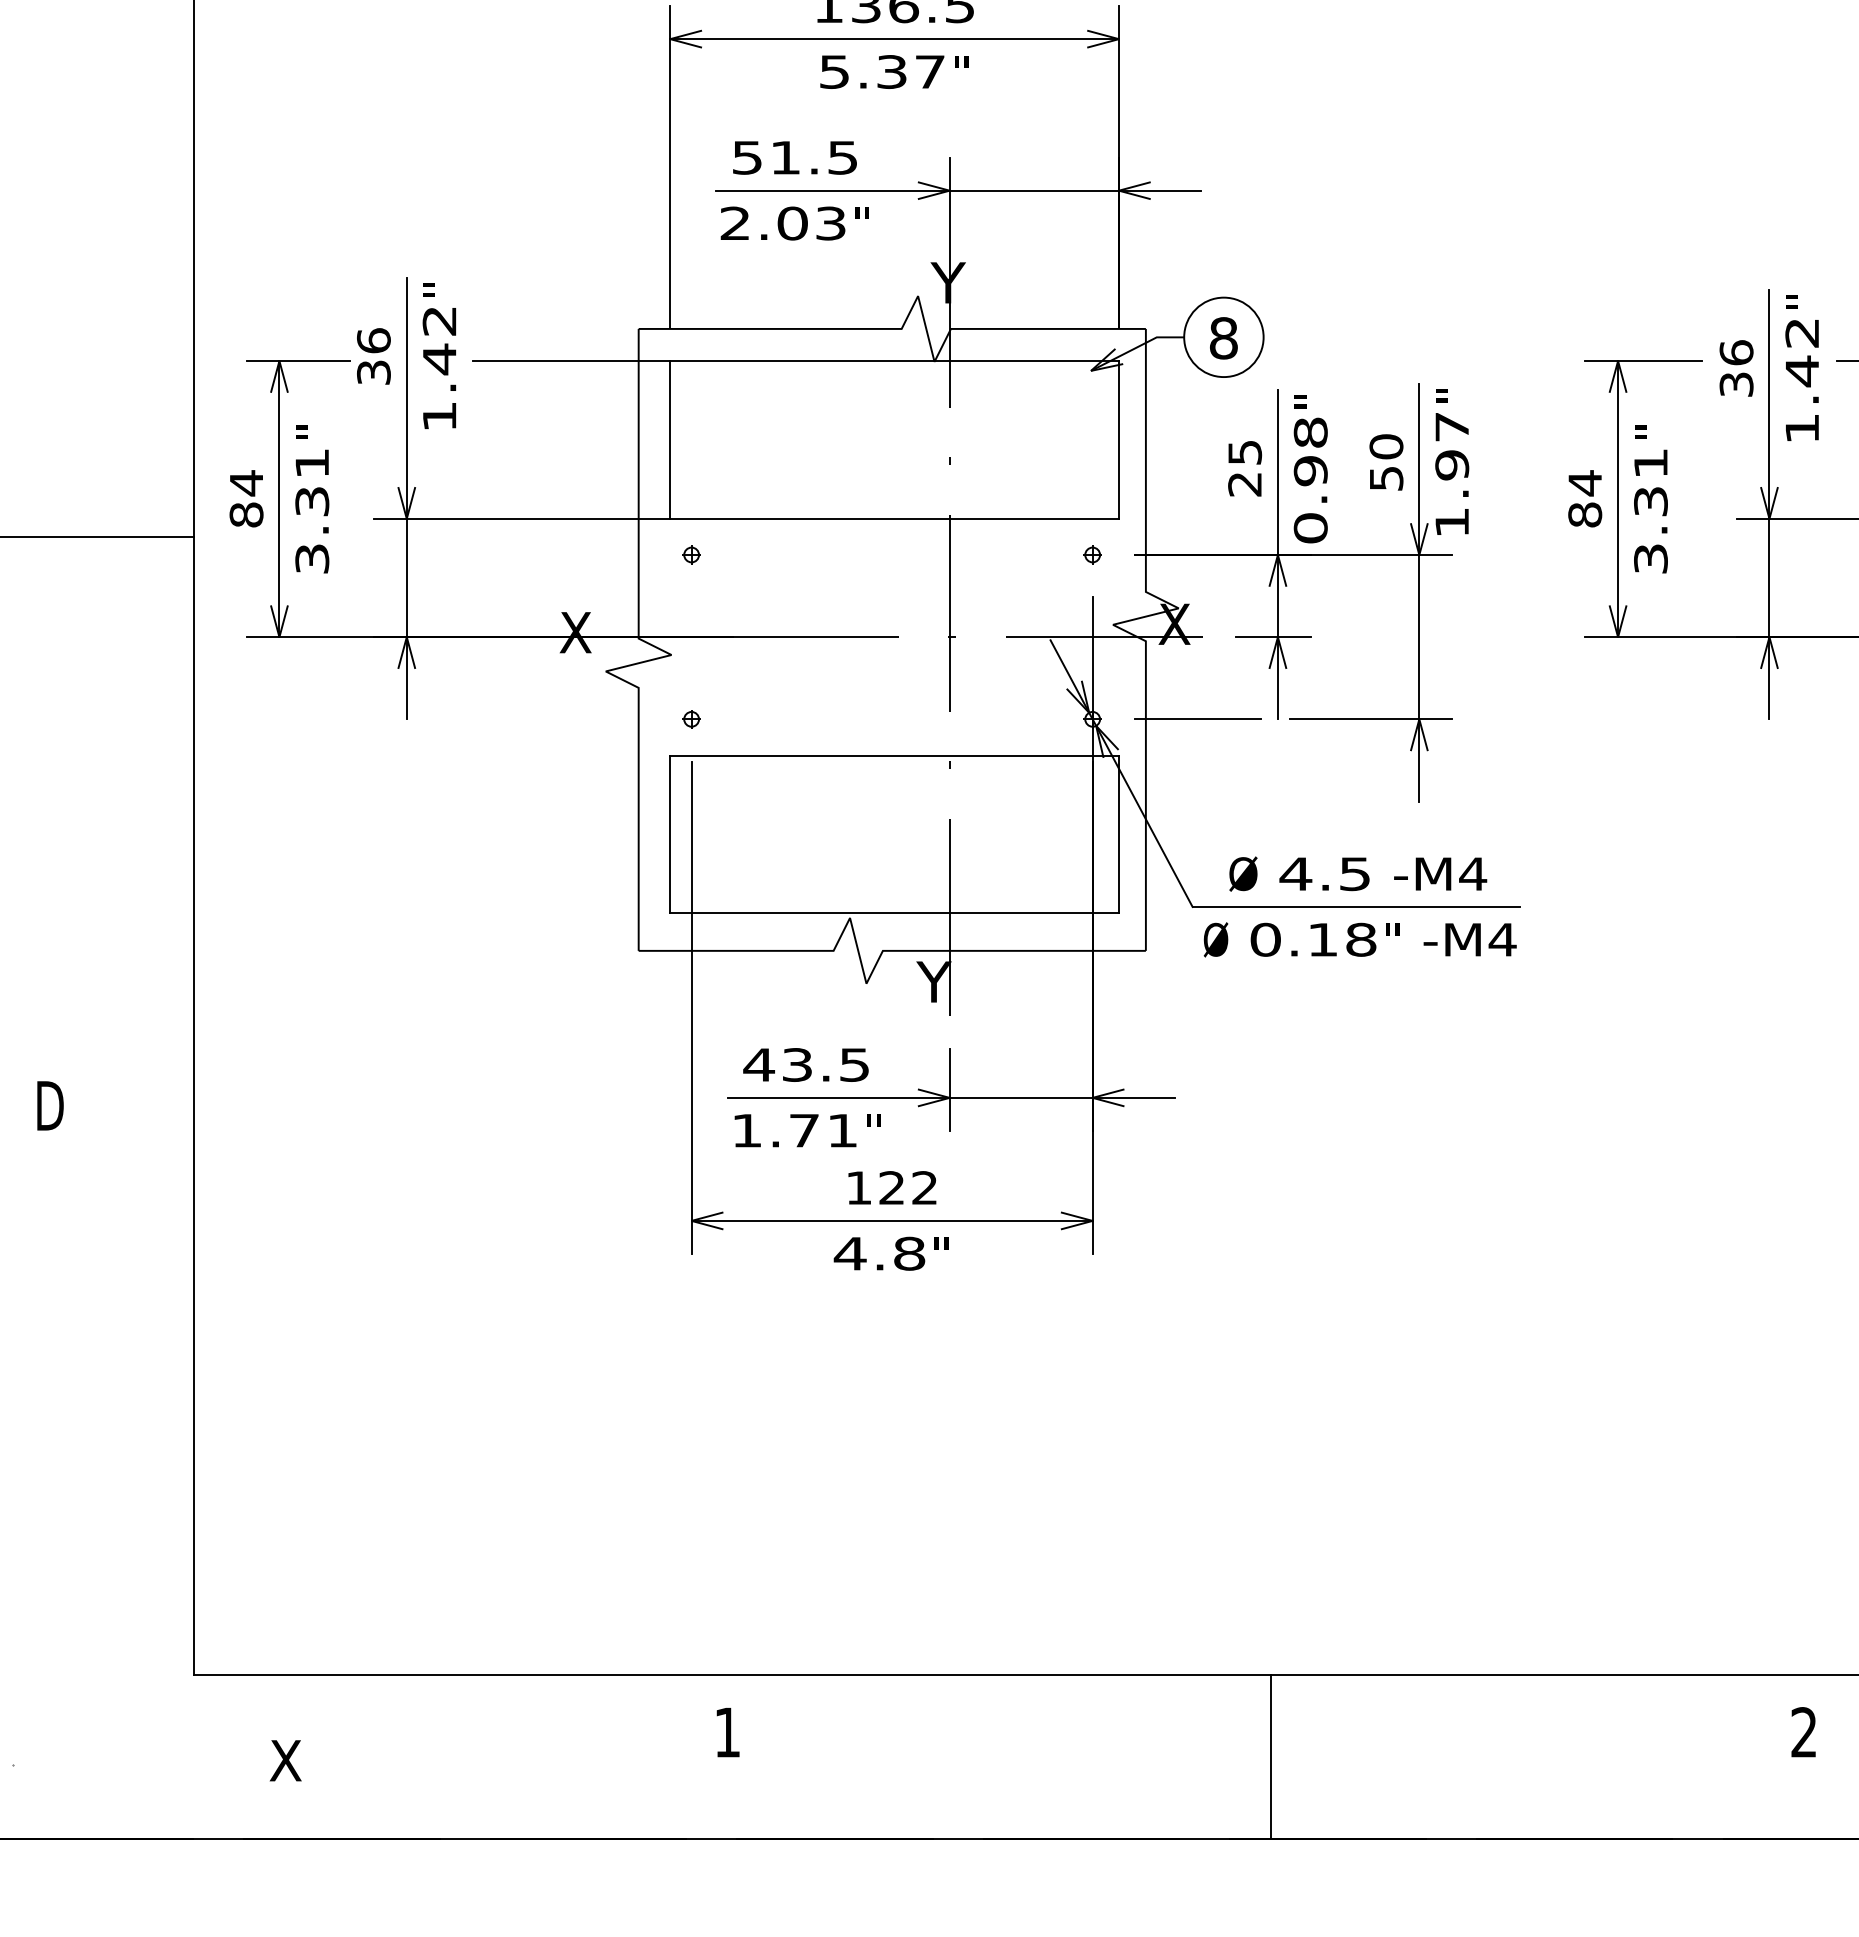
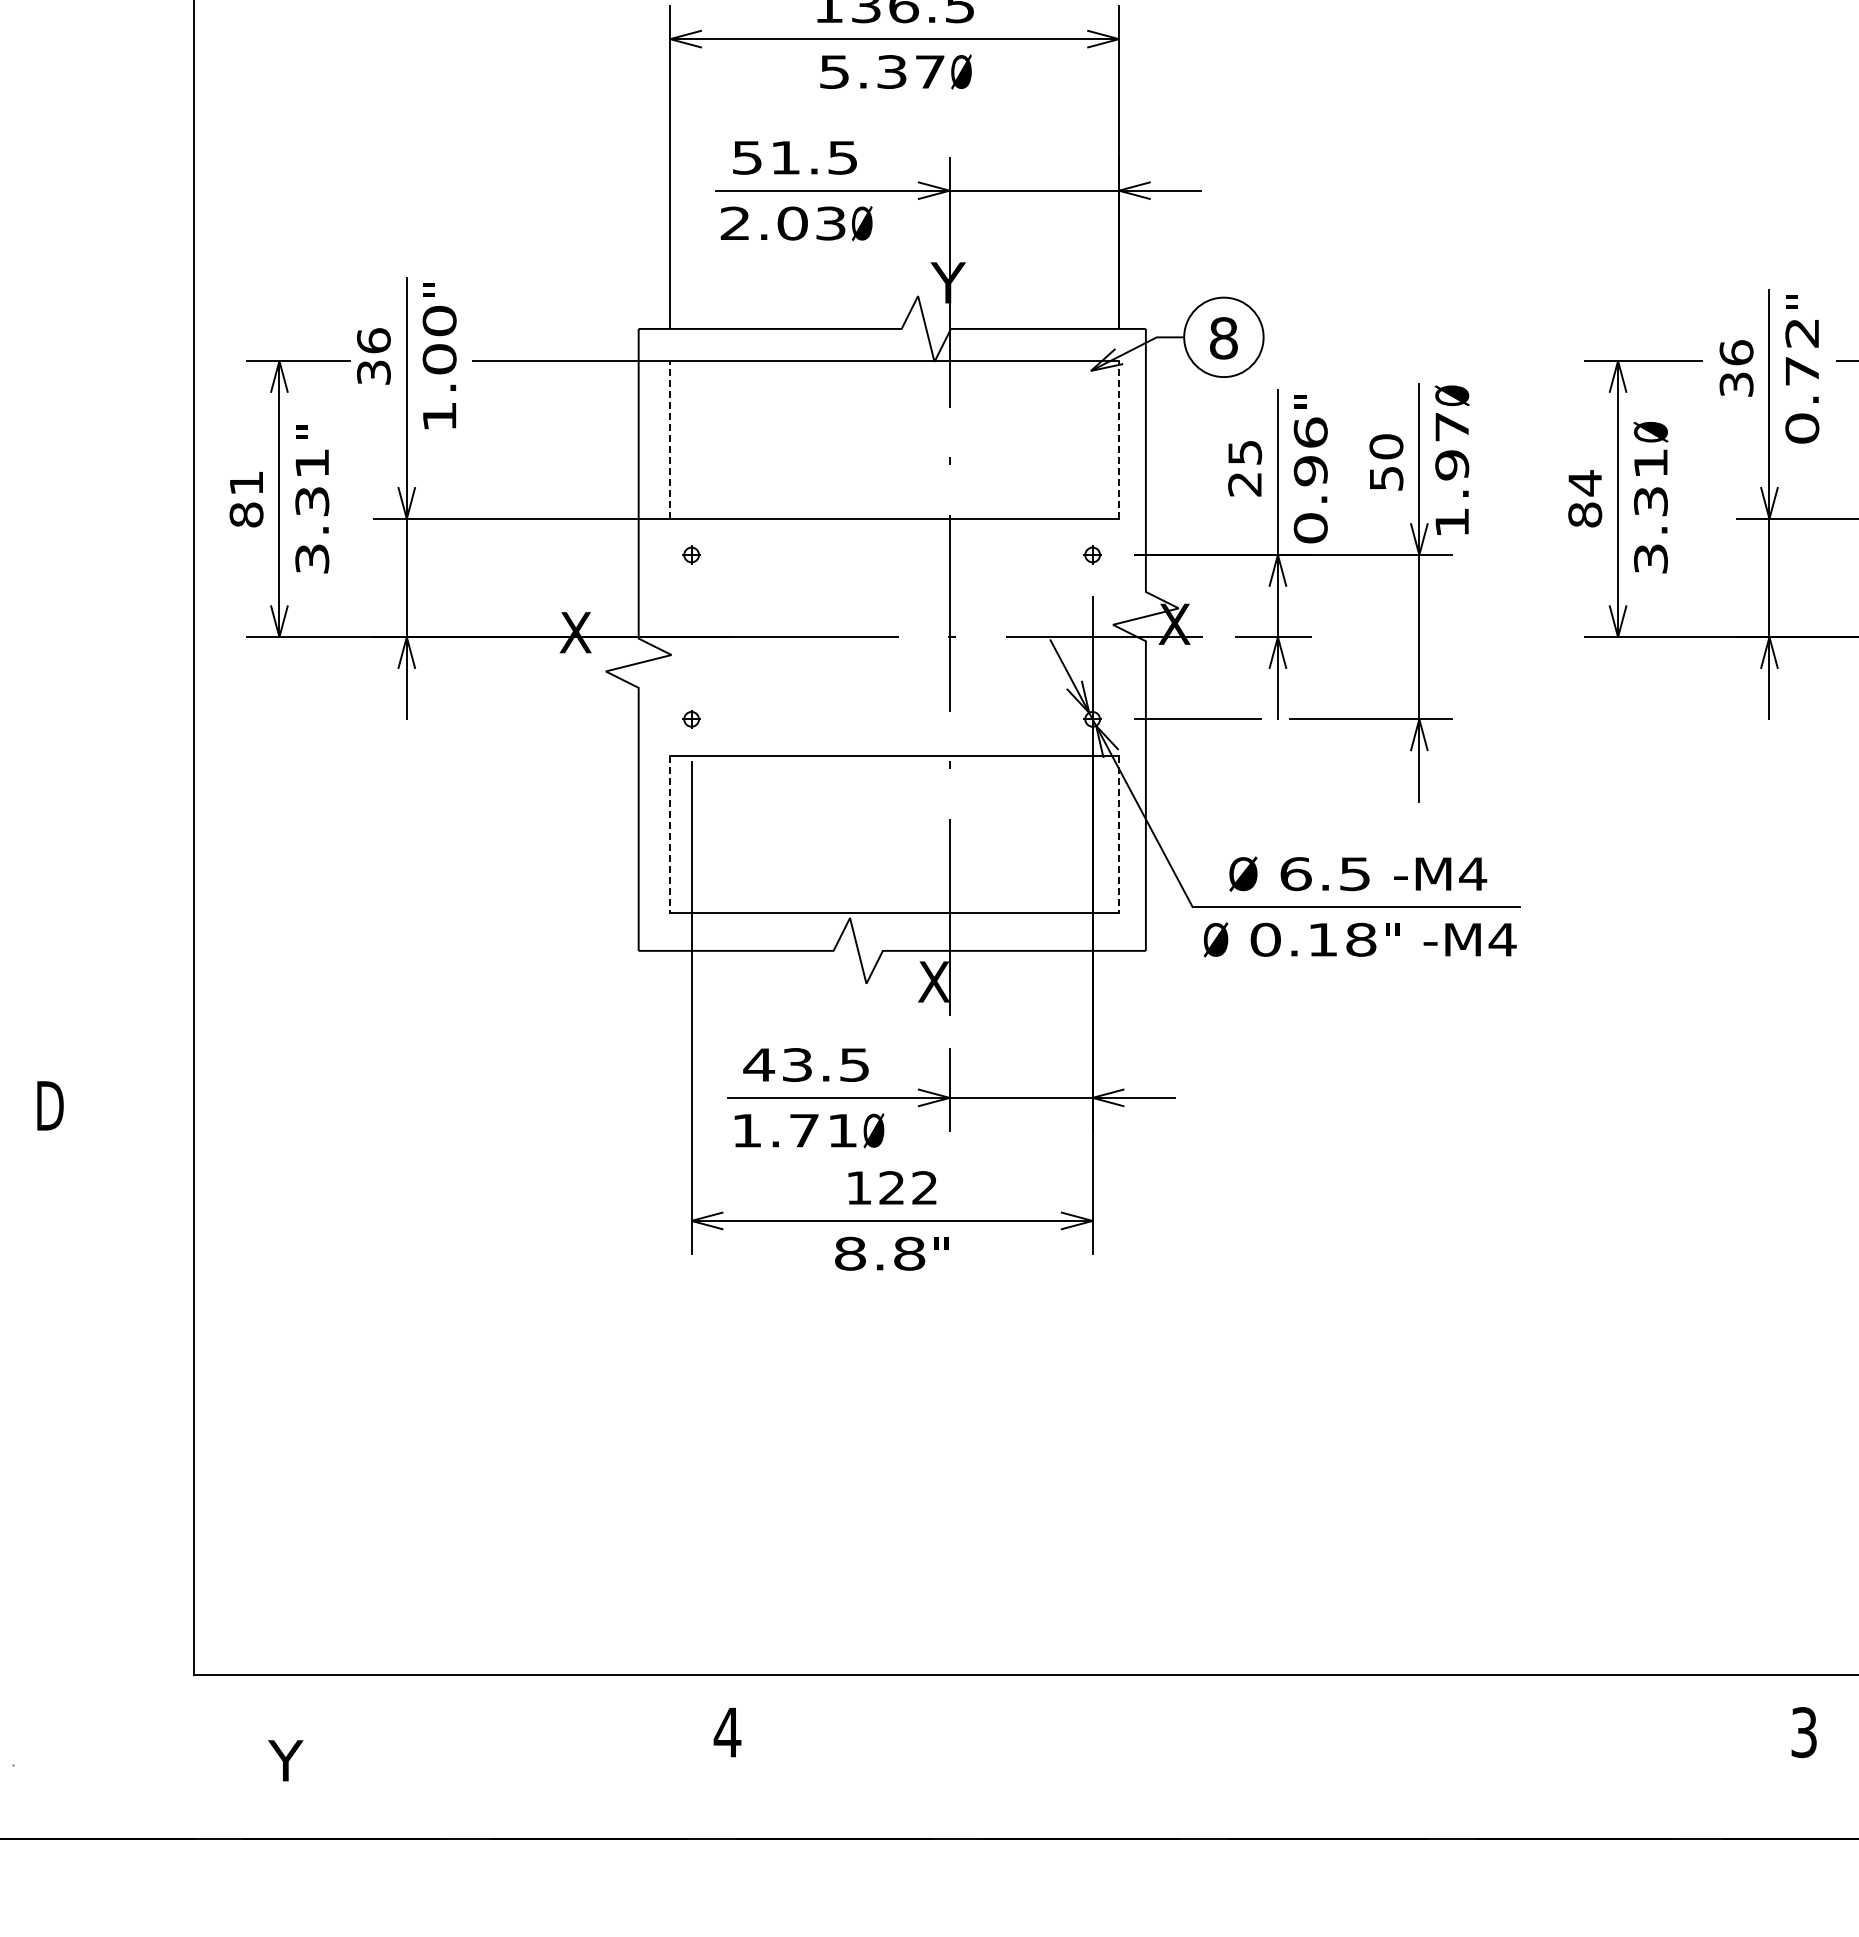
text at (961, 71): " -> Ø
text at (861, 223): " -> Ø
text at (439, 340): 1.42 -> 1.00
text at (1451, 395): " -> Ø
text at (1802, 399): 1.42 -> 0.72
text at (1650, 431): " -> Ø
text at (1310, 432): 0.98 -> 0.96
line at (670, 439): solid -> dashed
line at (1118, 439): solid -> dashed
text at (246, 483): 84 -> 81
line at (97, 536): present -> none
line at (670, 834): solid -> dashed
line at (1118, 834): solid -> dashed
text at (1295, 874): 4.5 -> 6.5
text at (933, 981): Y -> X
text at (873, 1130): " -> Ø
text at (849, 1253): 4.8 -> 8.8
text at (727, 1732): 1 -> 4
text at (1803, 1732): 2 -> 3
line at (1270, 1757): present -> none
text at (285, 1760): X -> Y
